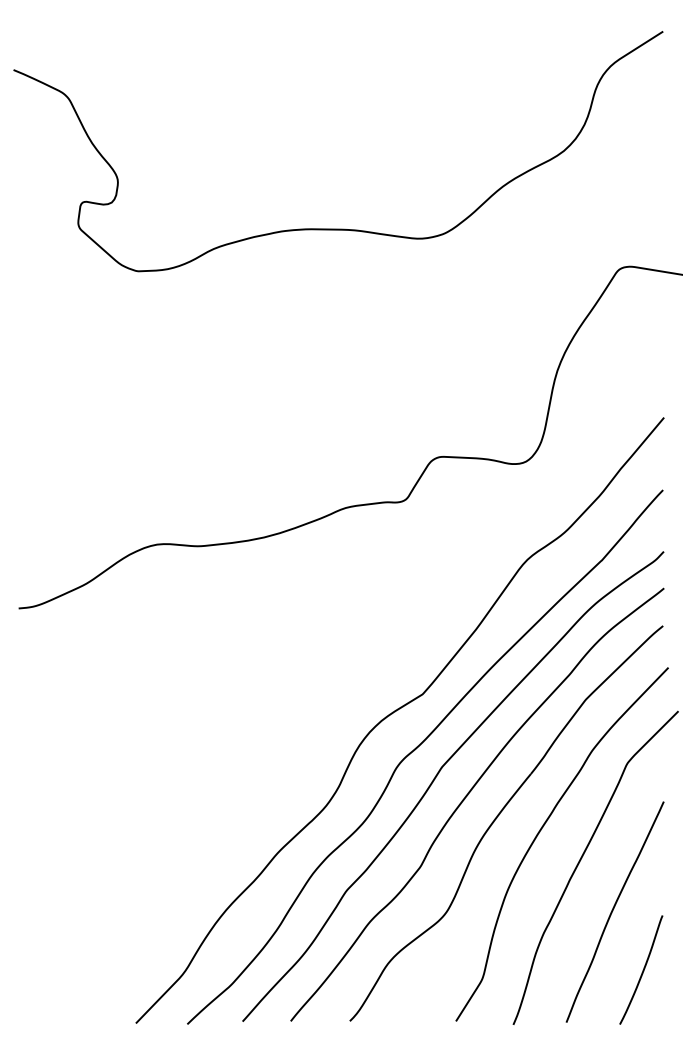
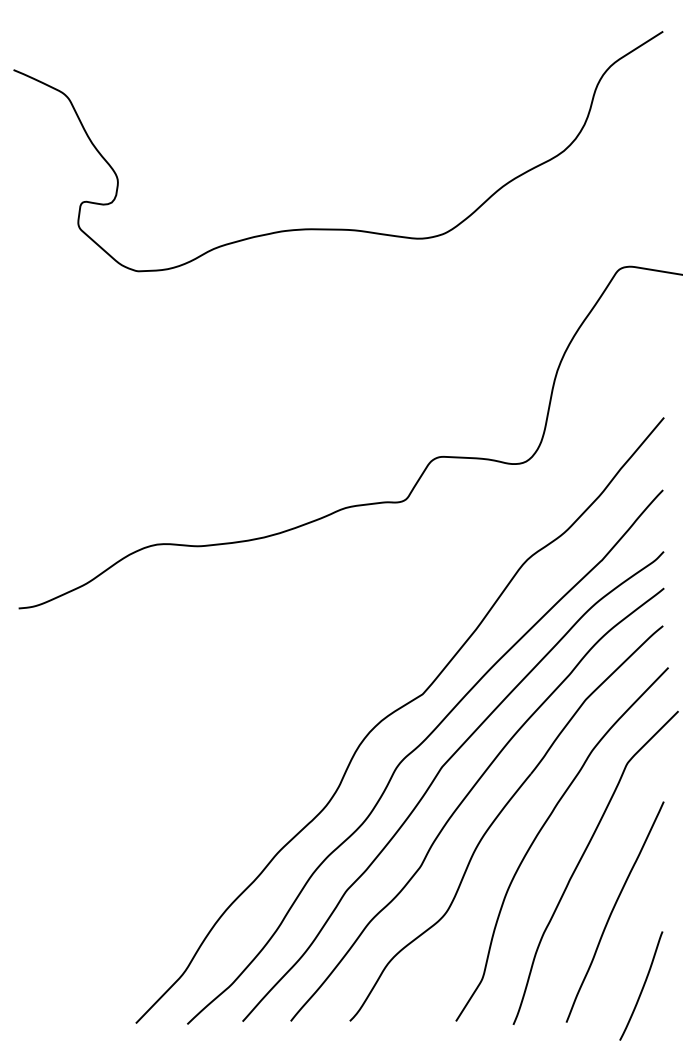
curve at (642, 970) position: (642, 970) -> (642, 986)
